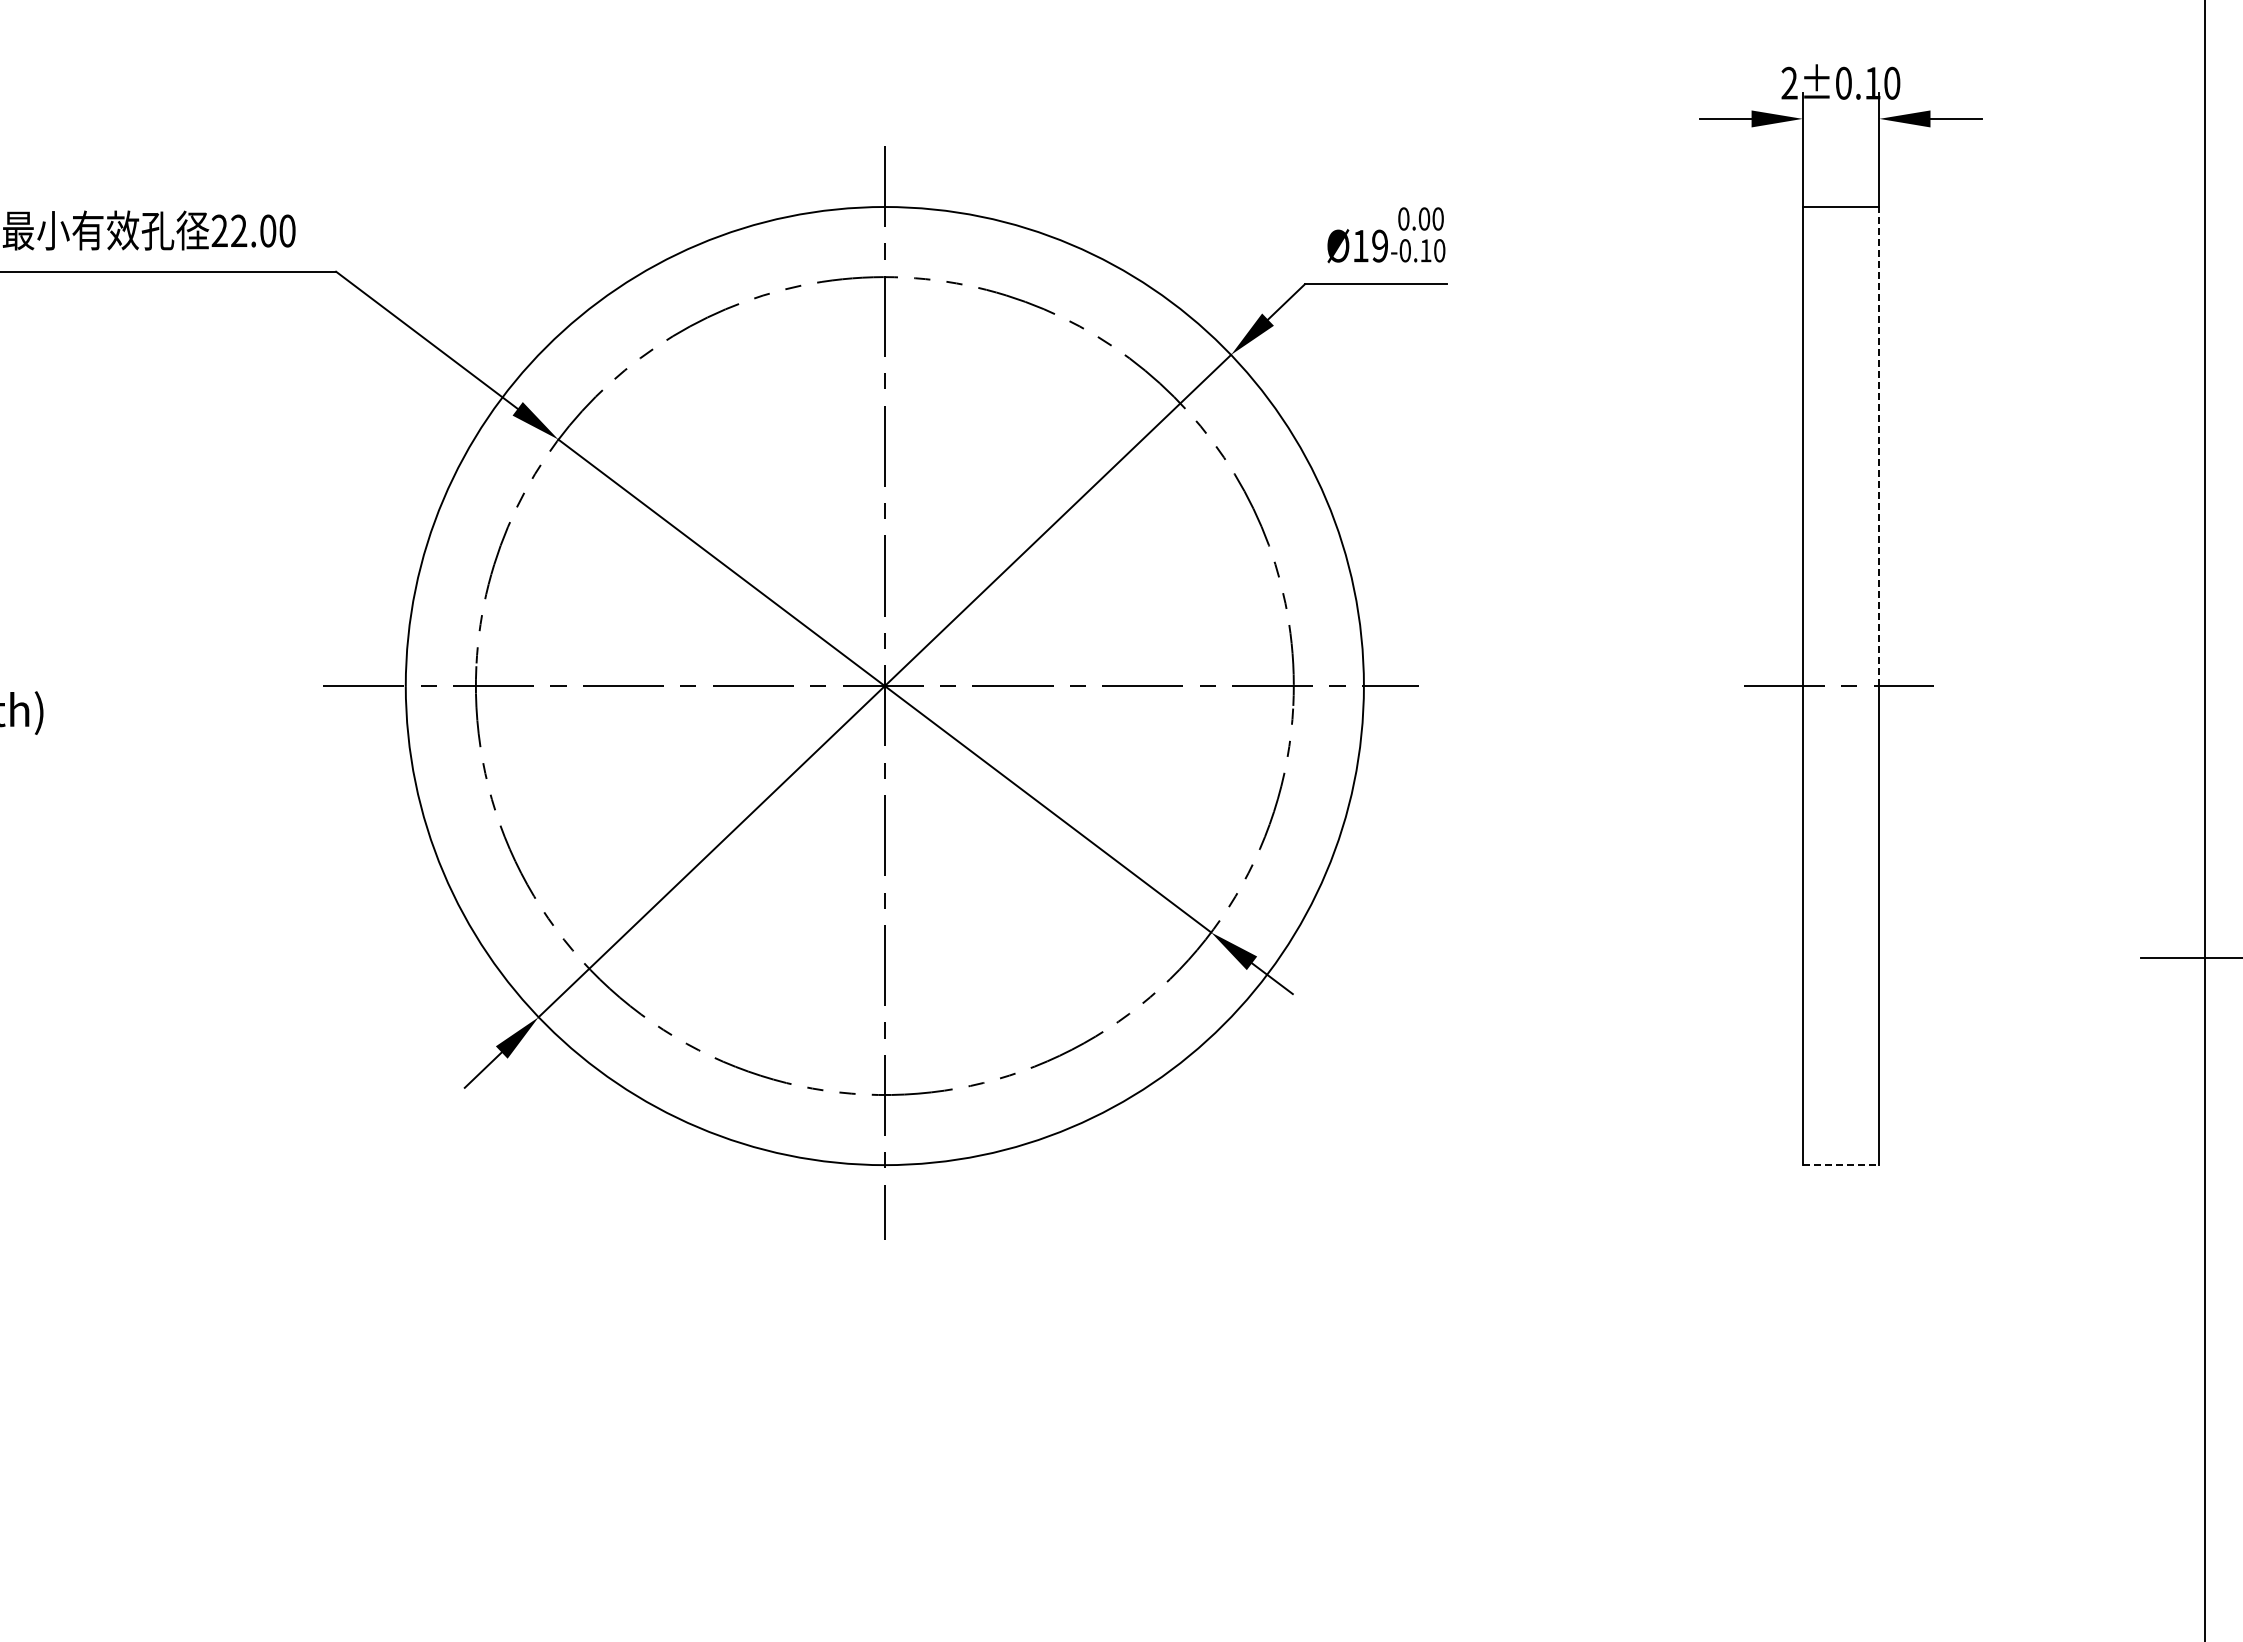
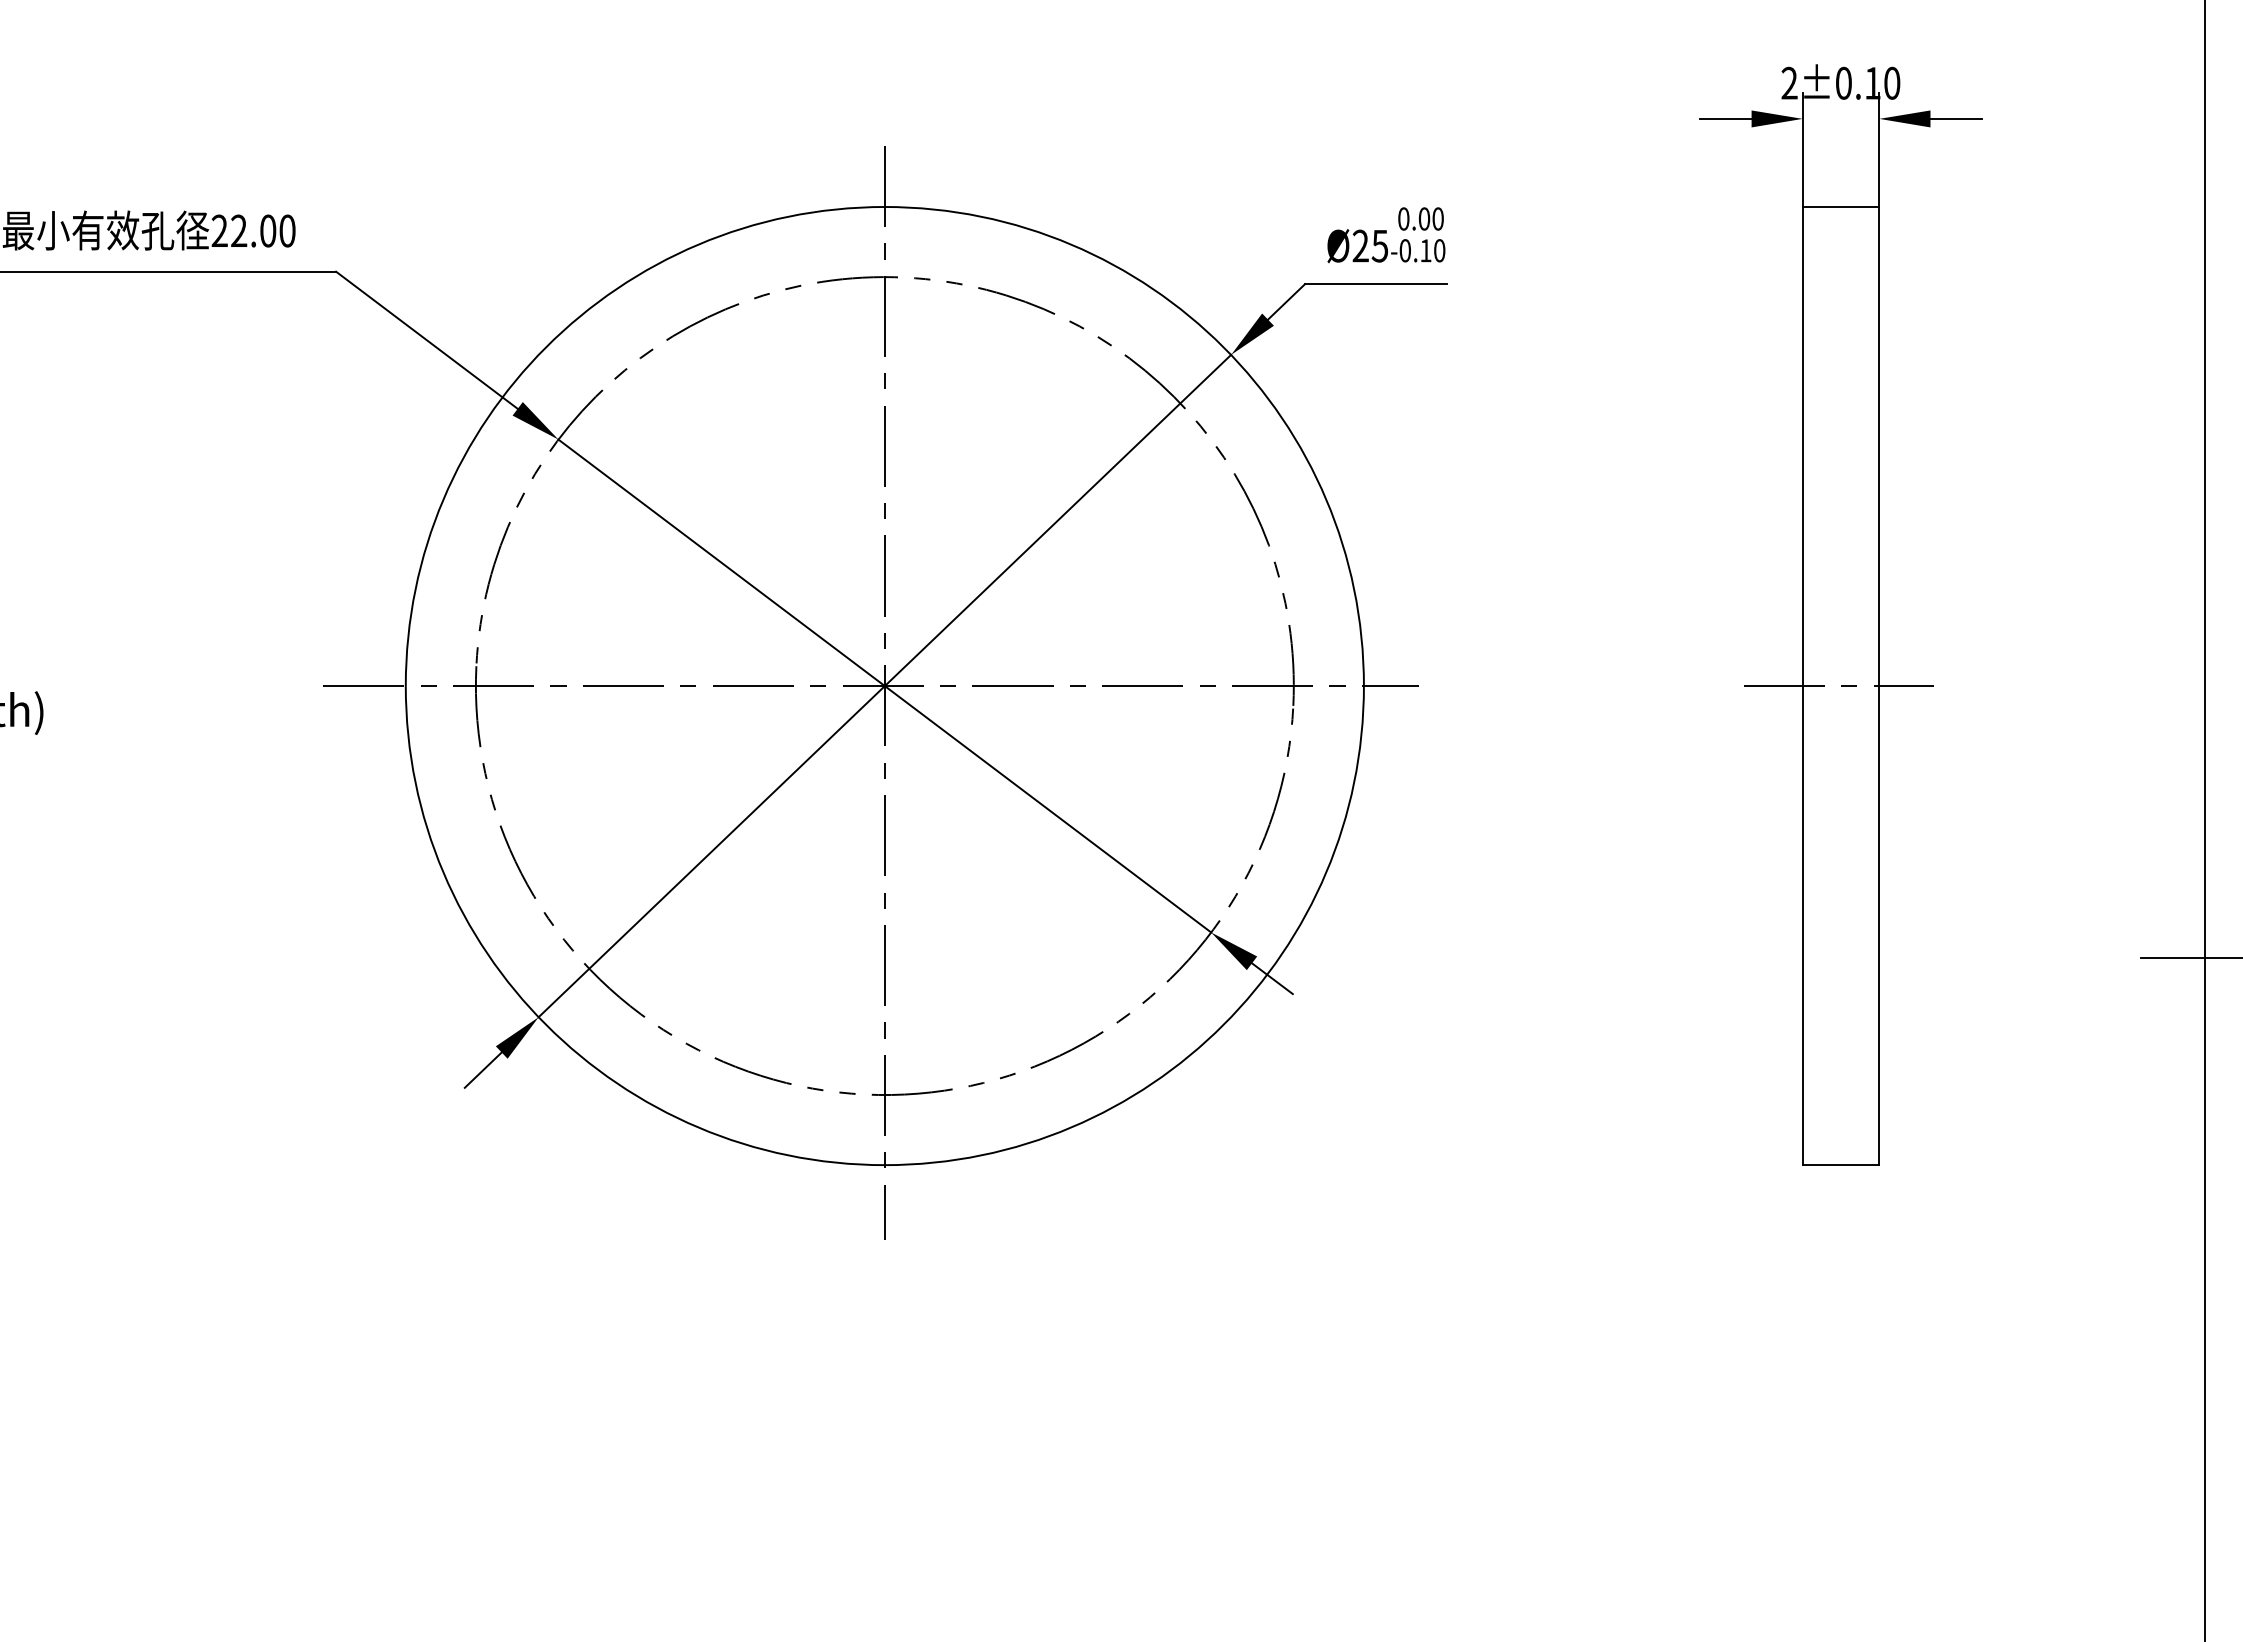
text at (1369, 245): Ø19 -> Ø25
line at (1879, 446): dashed -> solid
line at (1841, 1165): dashed -> solid
